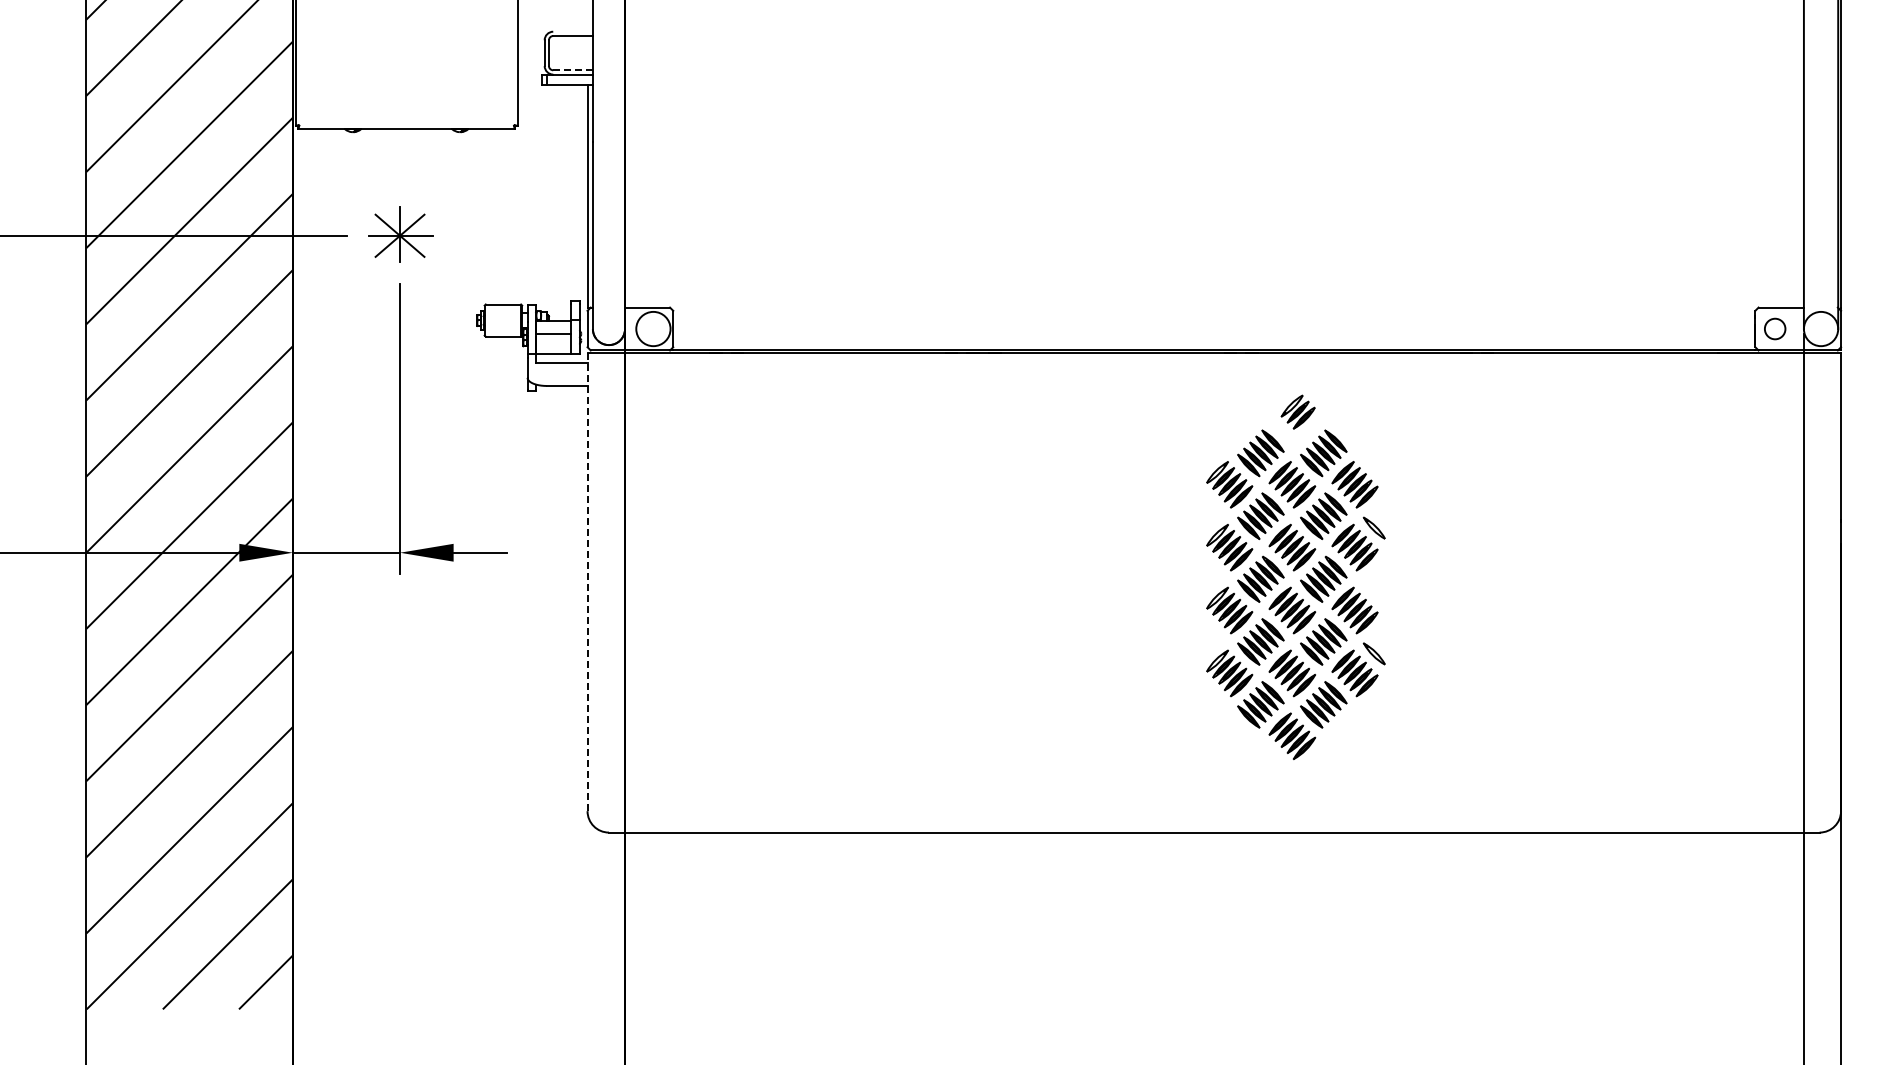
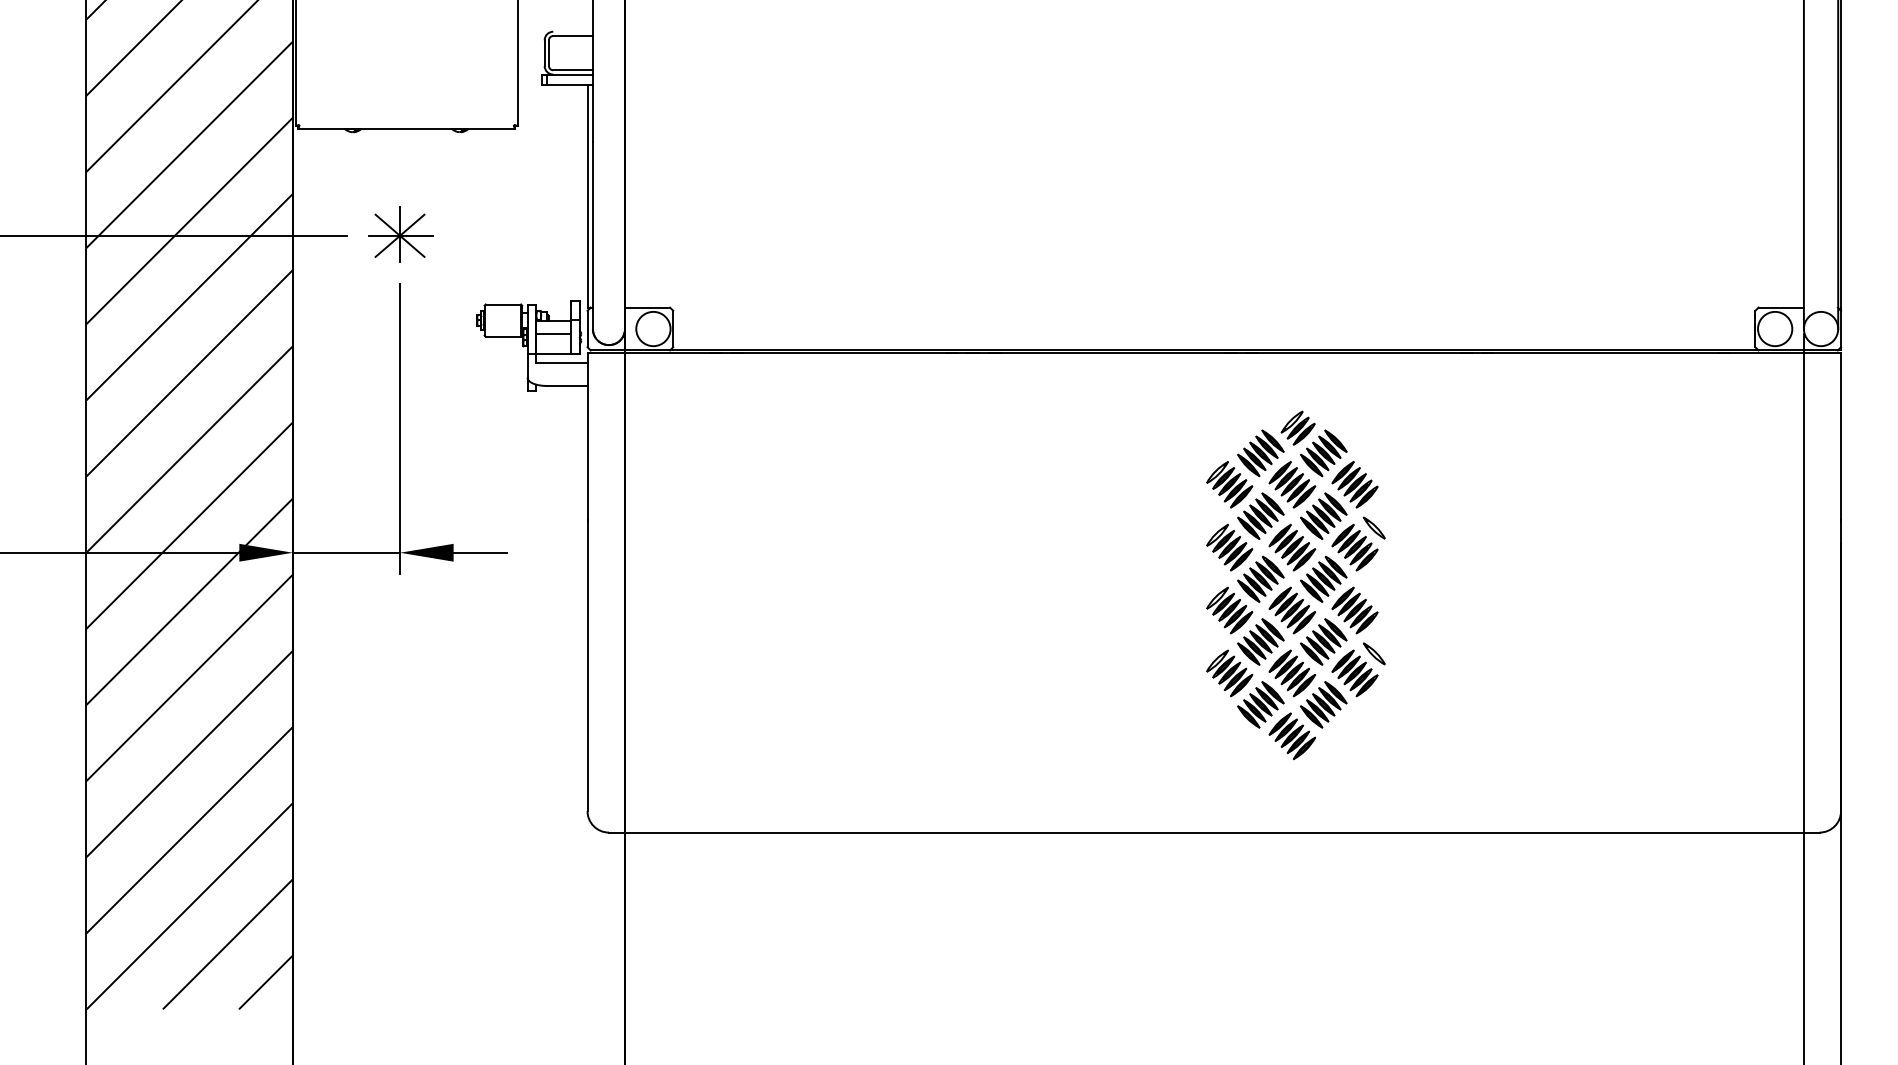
line at (573, 70): dashed -> solid
circle at (1774, 328) diameter: 21 px -> 34 px
part at (1297, 411) position: (1297, 411) -> (1297, 427)
line at (587, 581): dashed -> solid
